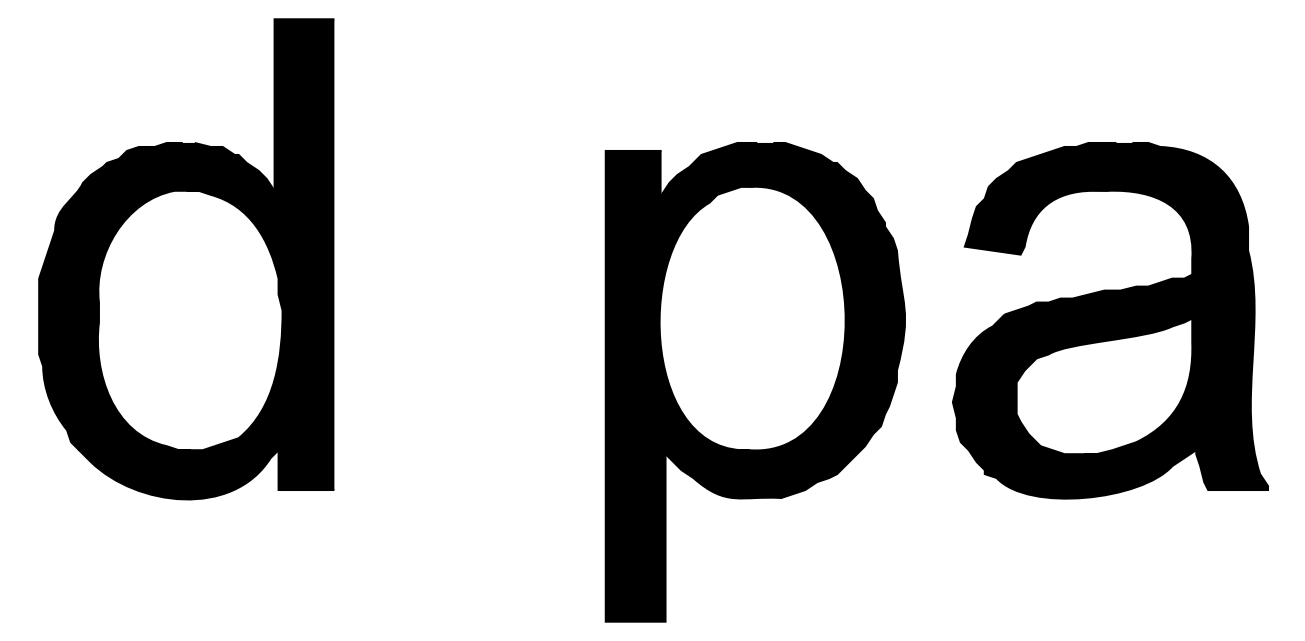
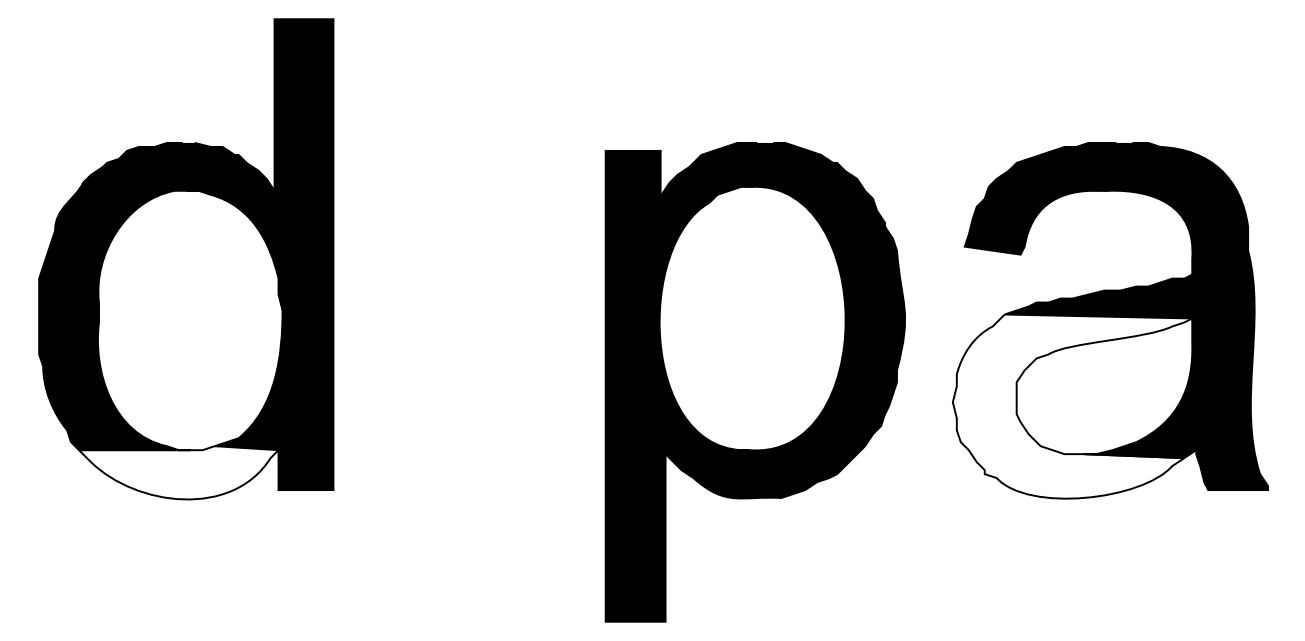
fill at (1072, 406): present -> none
fill at (178, 472): present -> none
